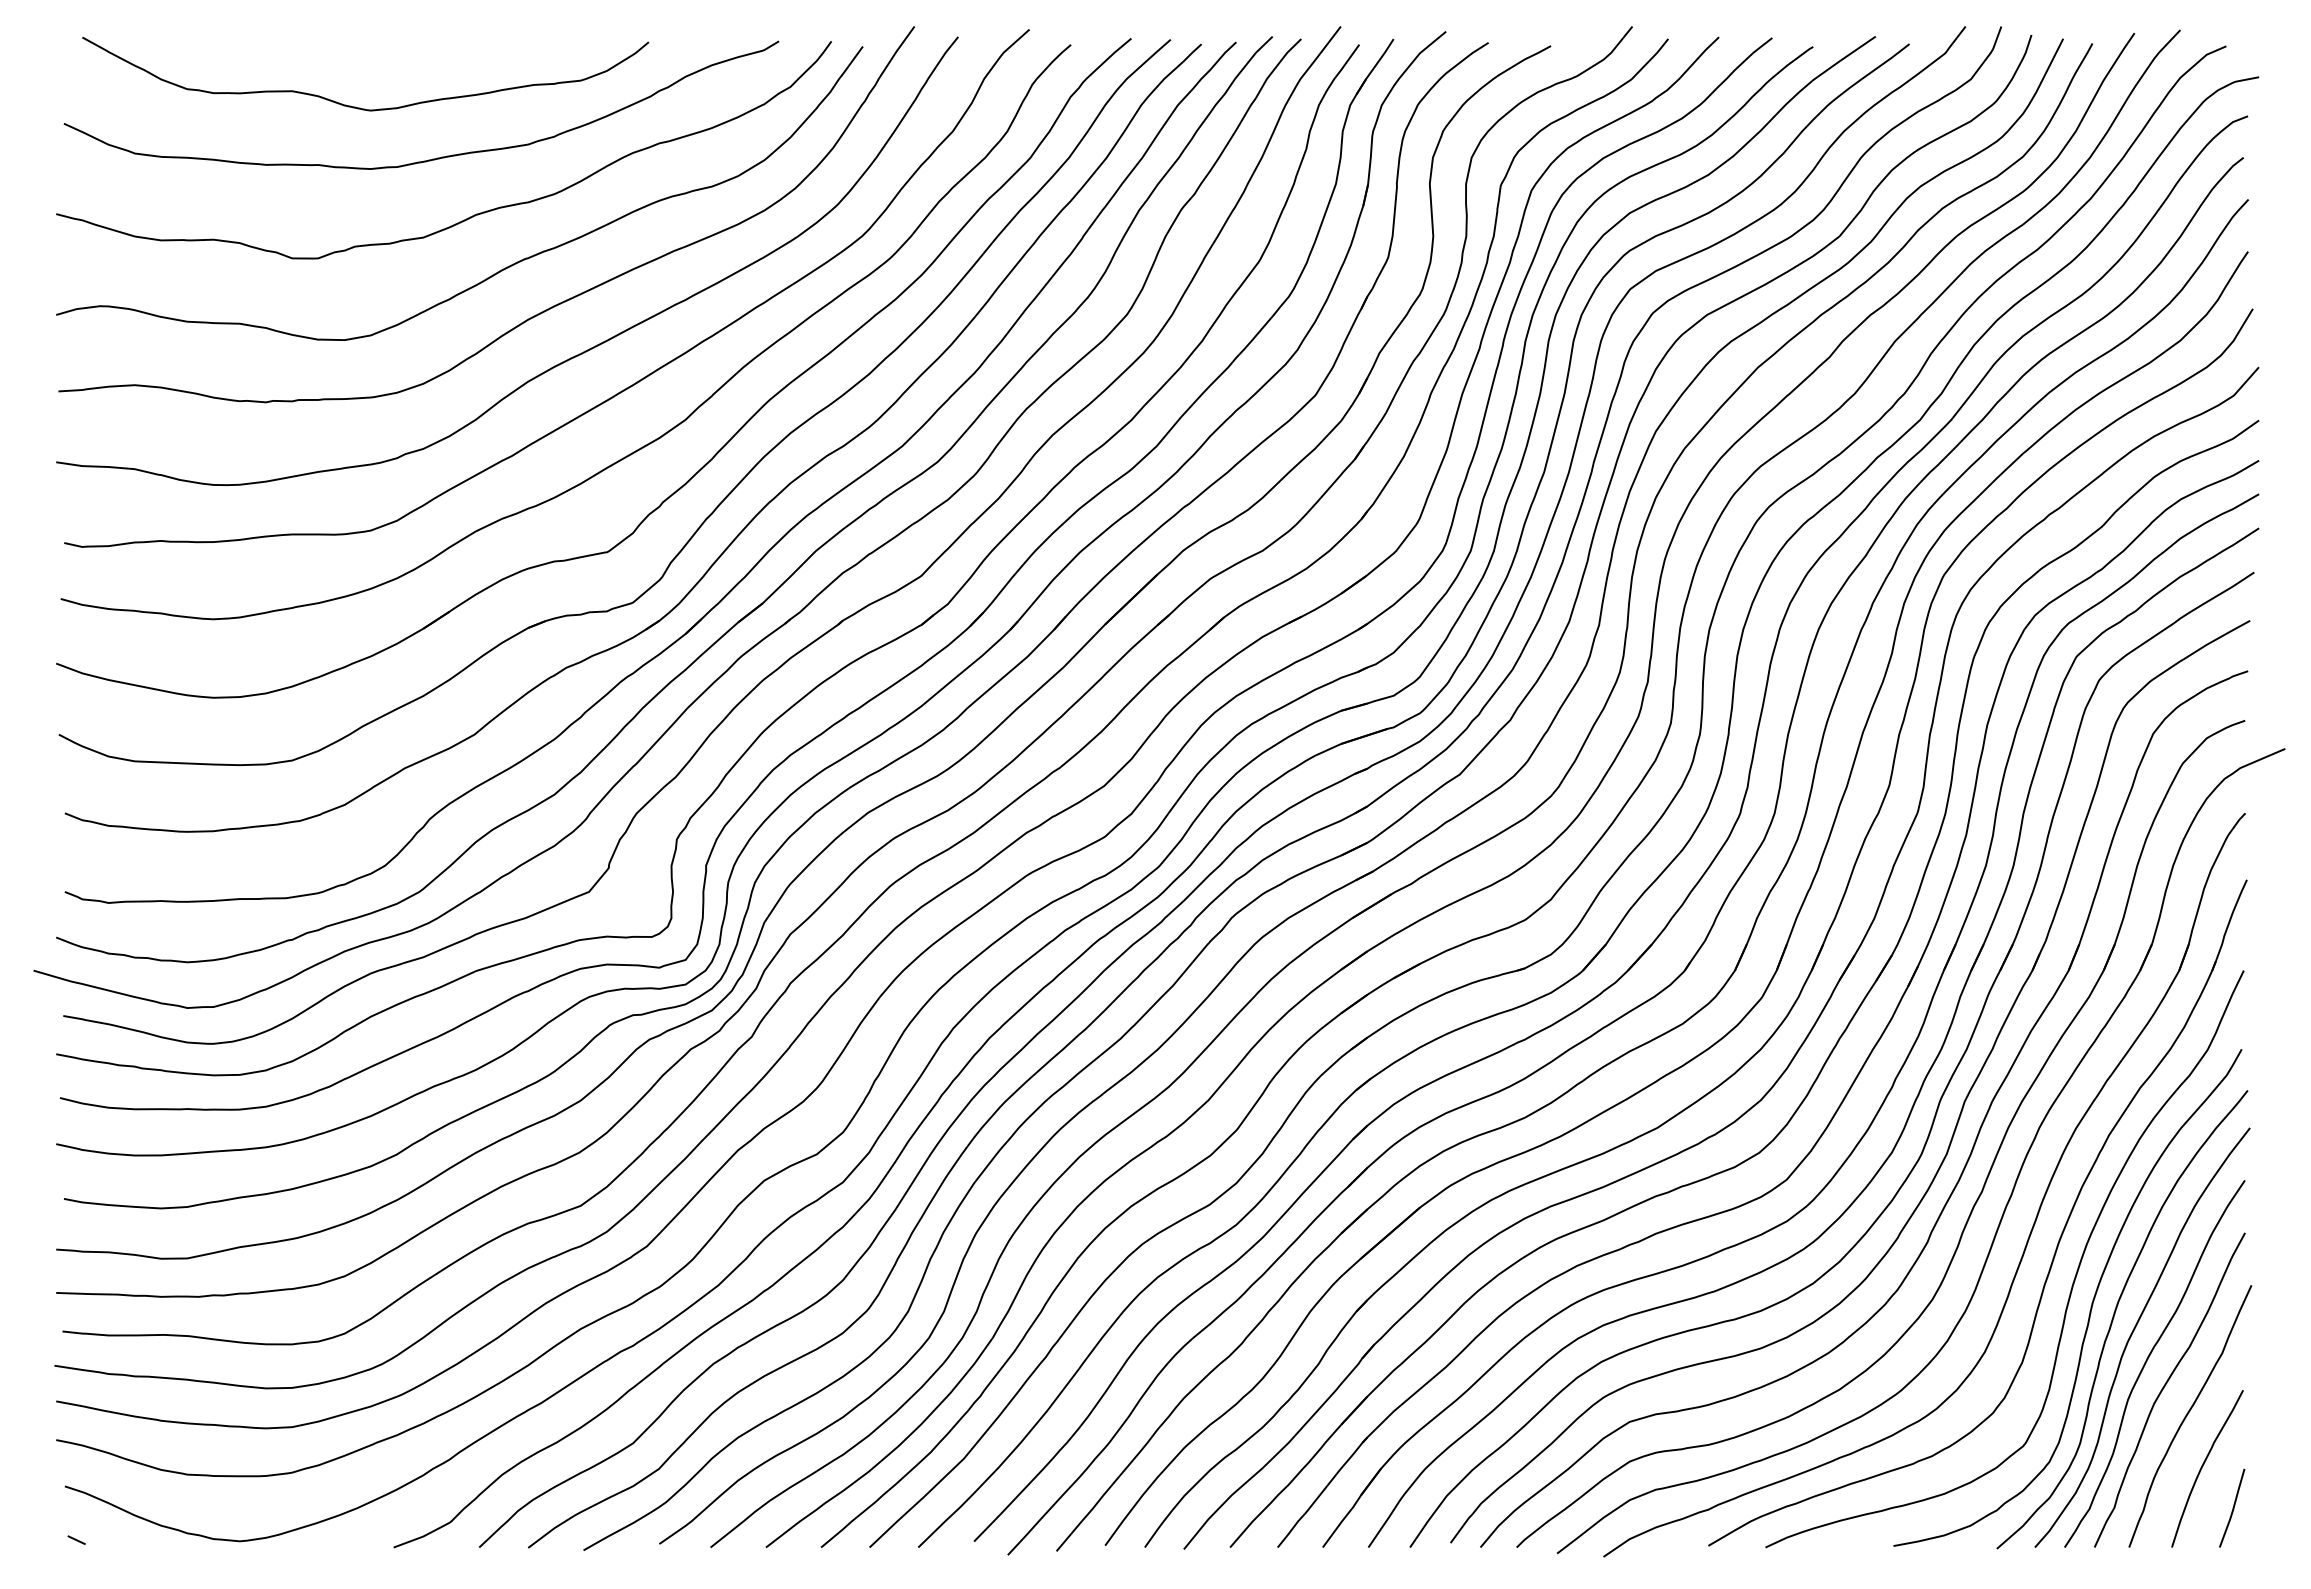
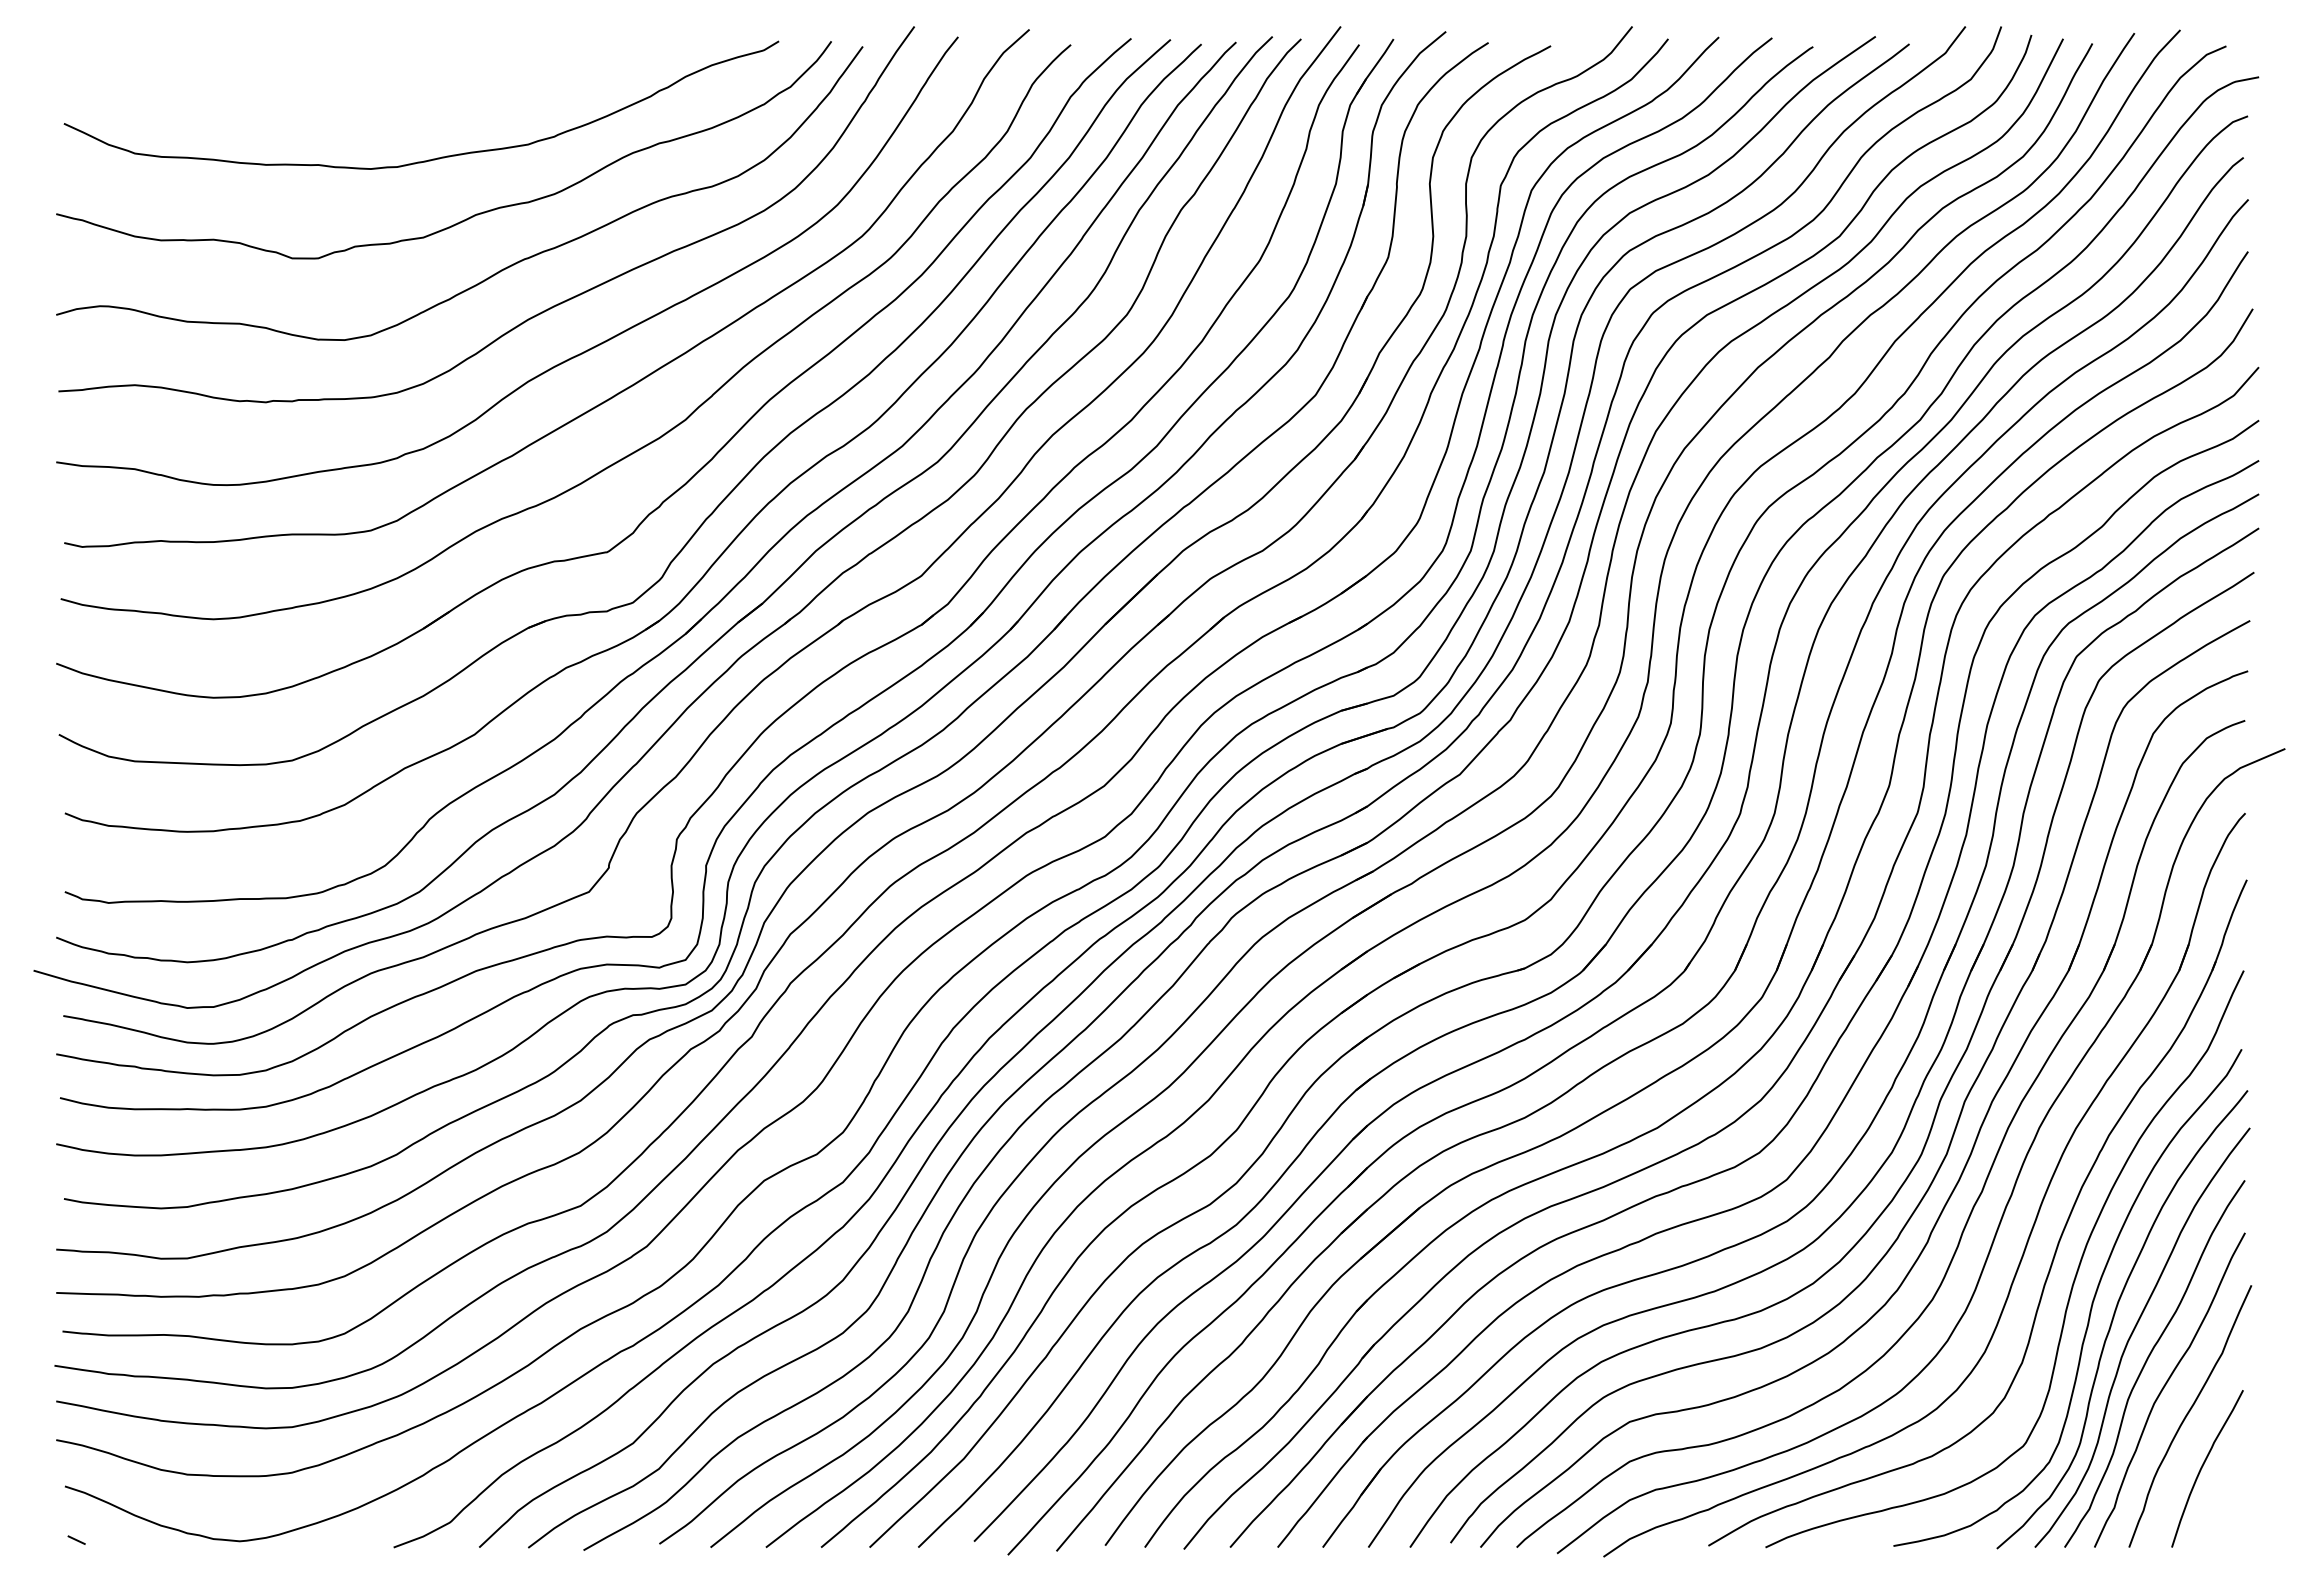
curve at (360, 107): present -> none
line at (2232, 1507): present -> none
